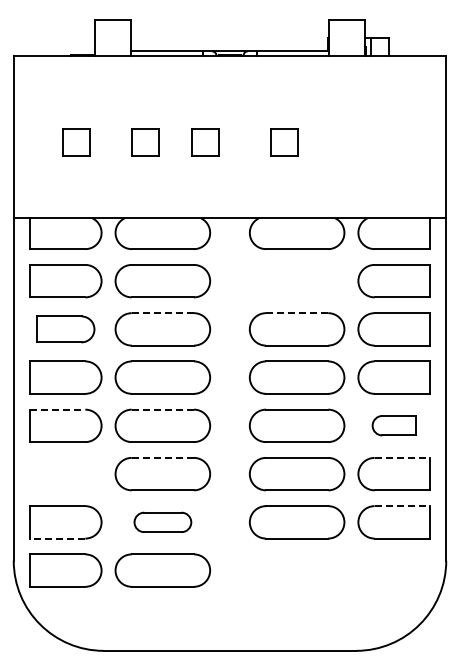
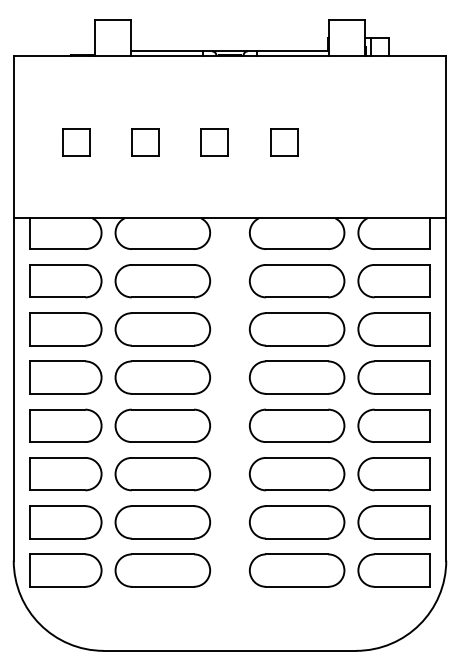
part at (205, 142) position: (205, 142) -> (214, 142)
part at (297, 281): none -> present
line at (163, 313): dashed -> solid
line at (297, 313): dashed -> solid
part at (65, 329) size: 60x29 px -> 74x35 px
line at (57, 409): dashed -> solid
line at (163, 409): dashed -> solid
part at (393, 425) size: 46x22 px -> 74x35 px
line at (163, 457): dashed -> solid
line at (402, 457): dashed -> solid
part at (65, 474): none -> present
line at (402, 506): dashed -> solid
part at (162, 521) size: 60x22 px -> 98x35 px
line at (57, 538): dashed -> solid
part at (296, 570): none -> present
part at (393, 570): none -> present
